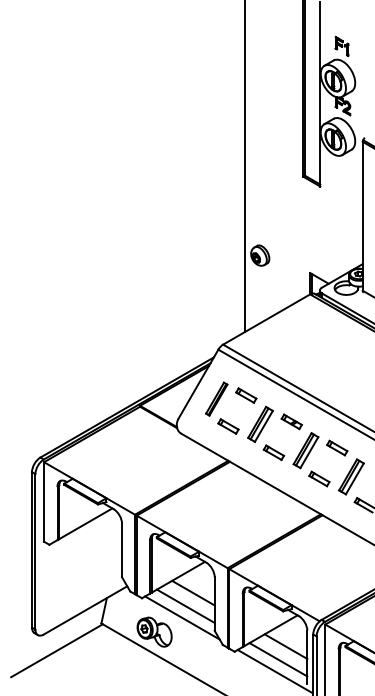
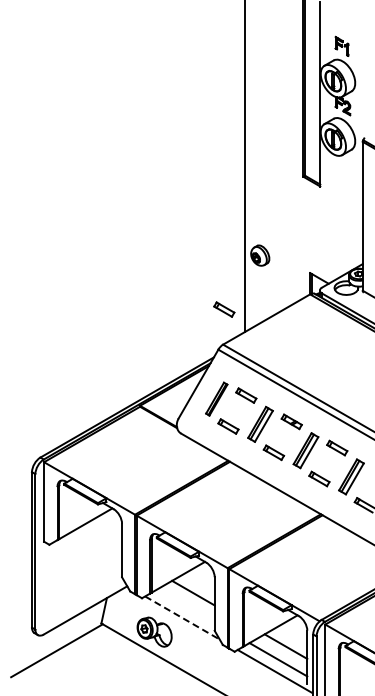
part at (224, 309): none -> present
line at (185, 605): present -> none
line at (182, 618): solid -> dashed
